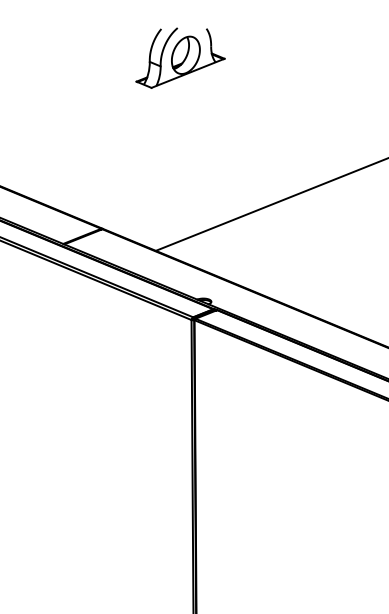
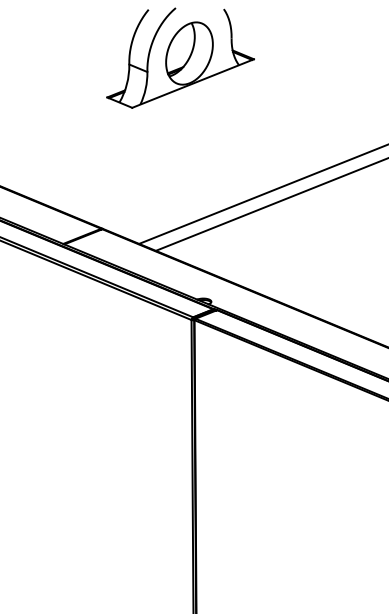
part at (180, 57) size: 91x62 px -> 149x102 px
line at (262, 194): none -> present
